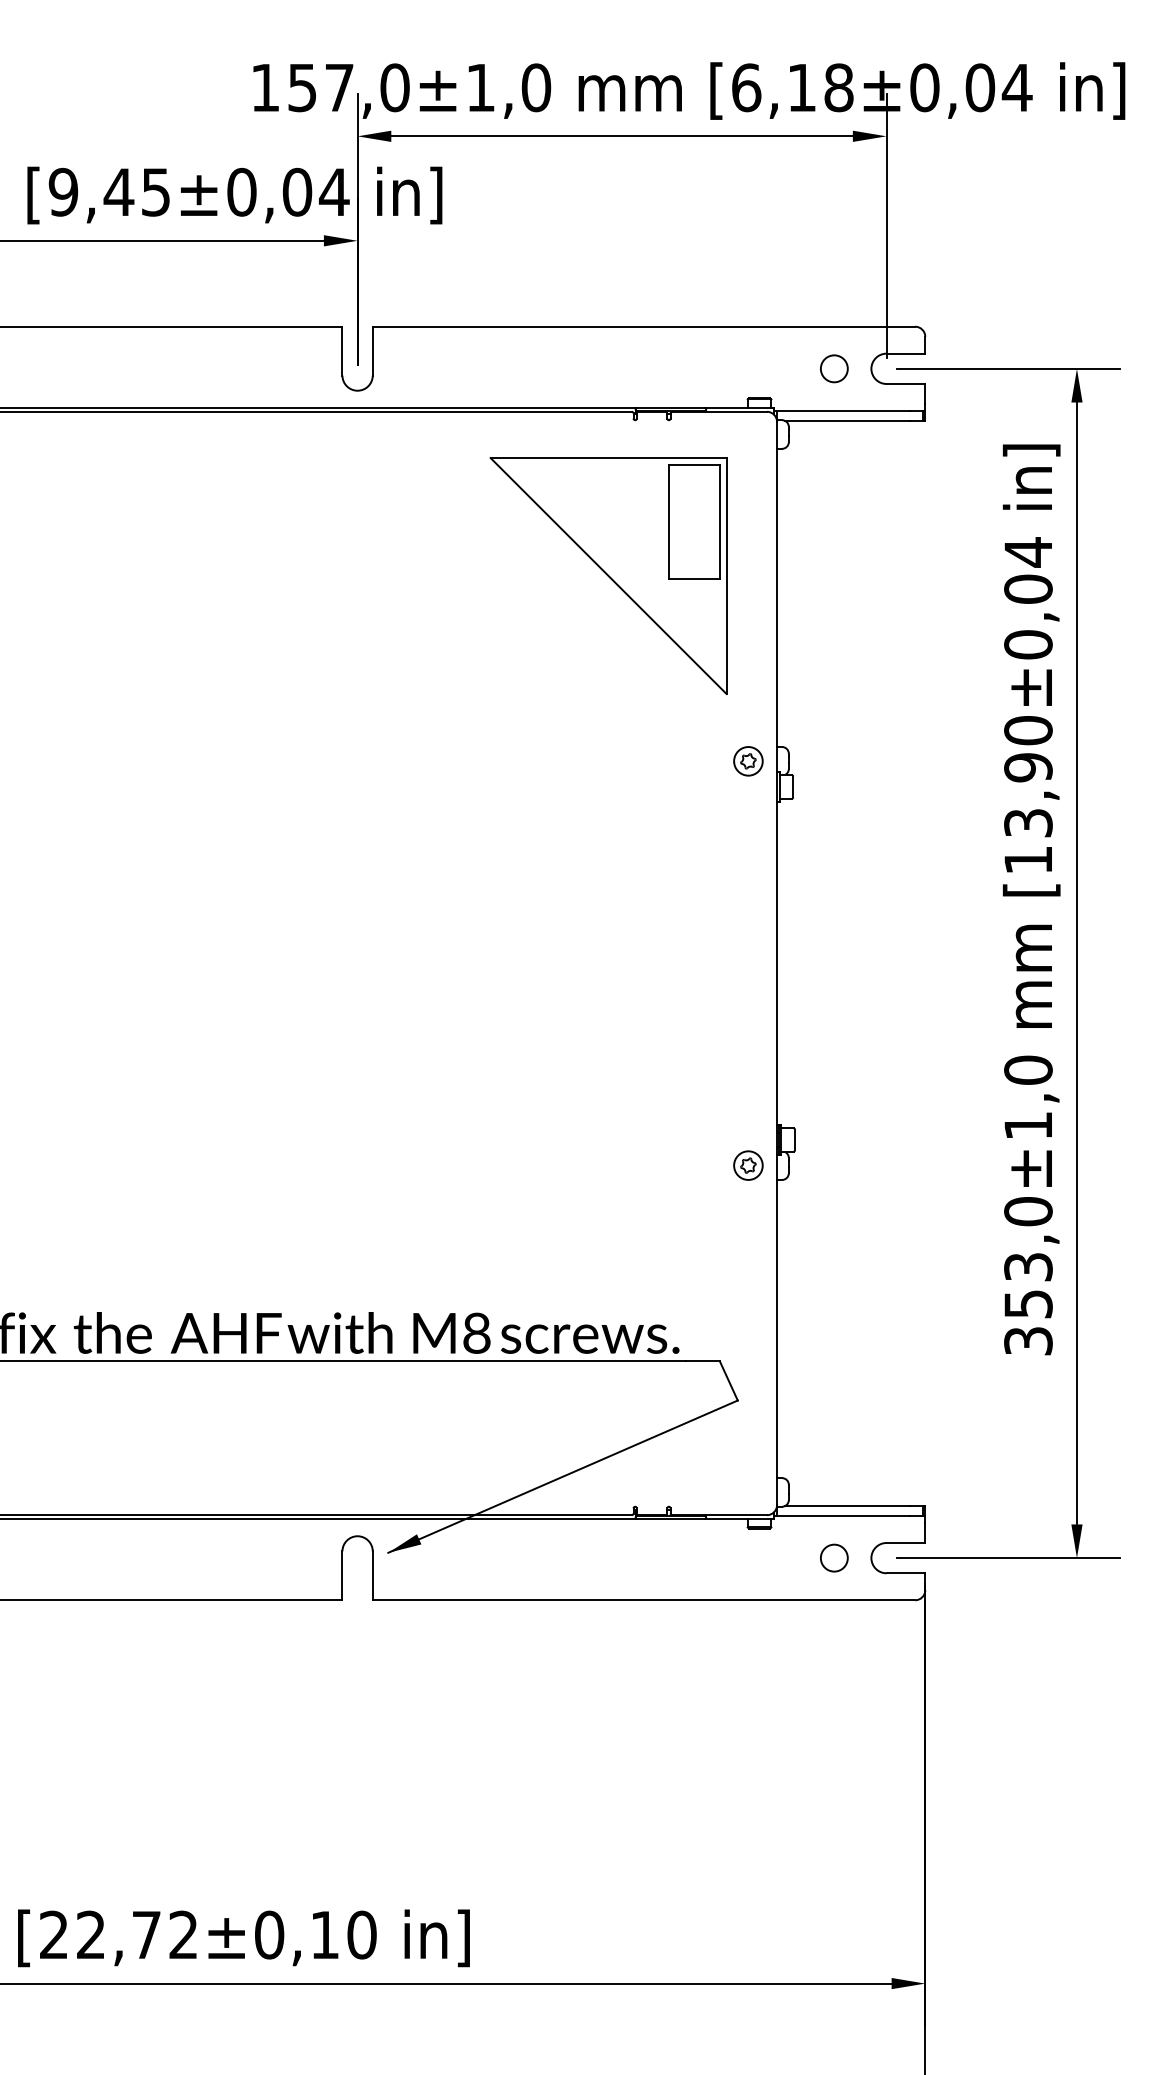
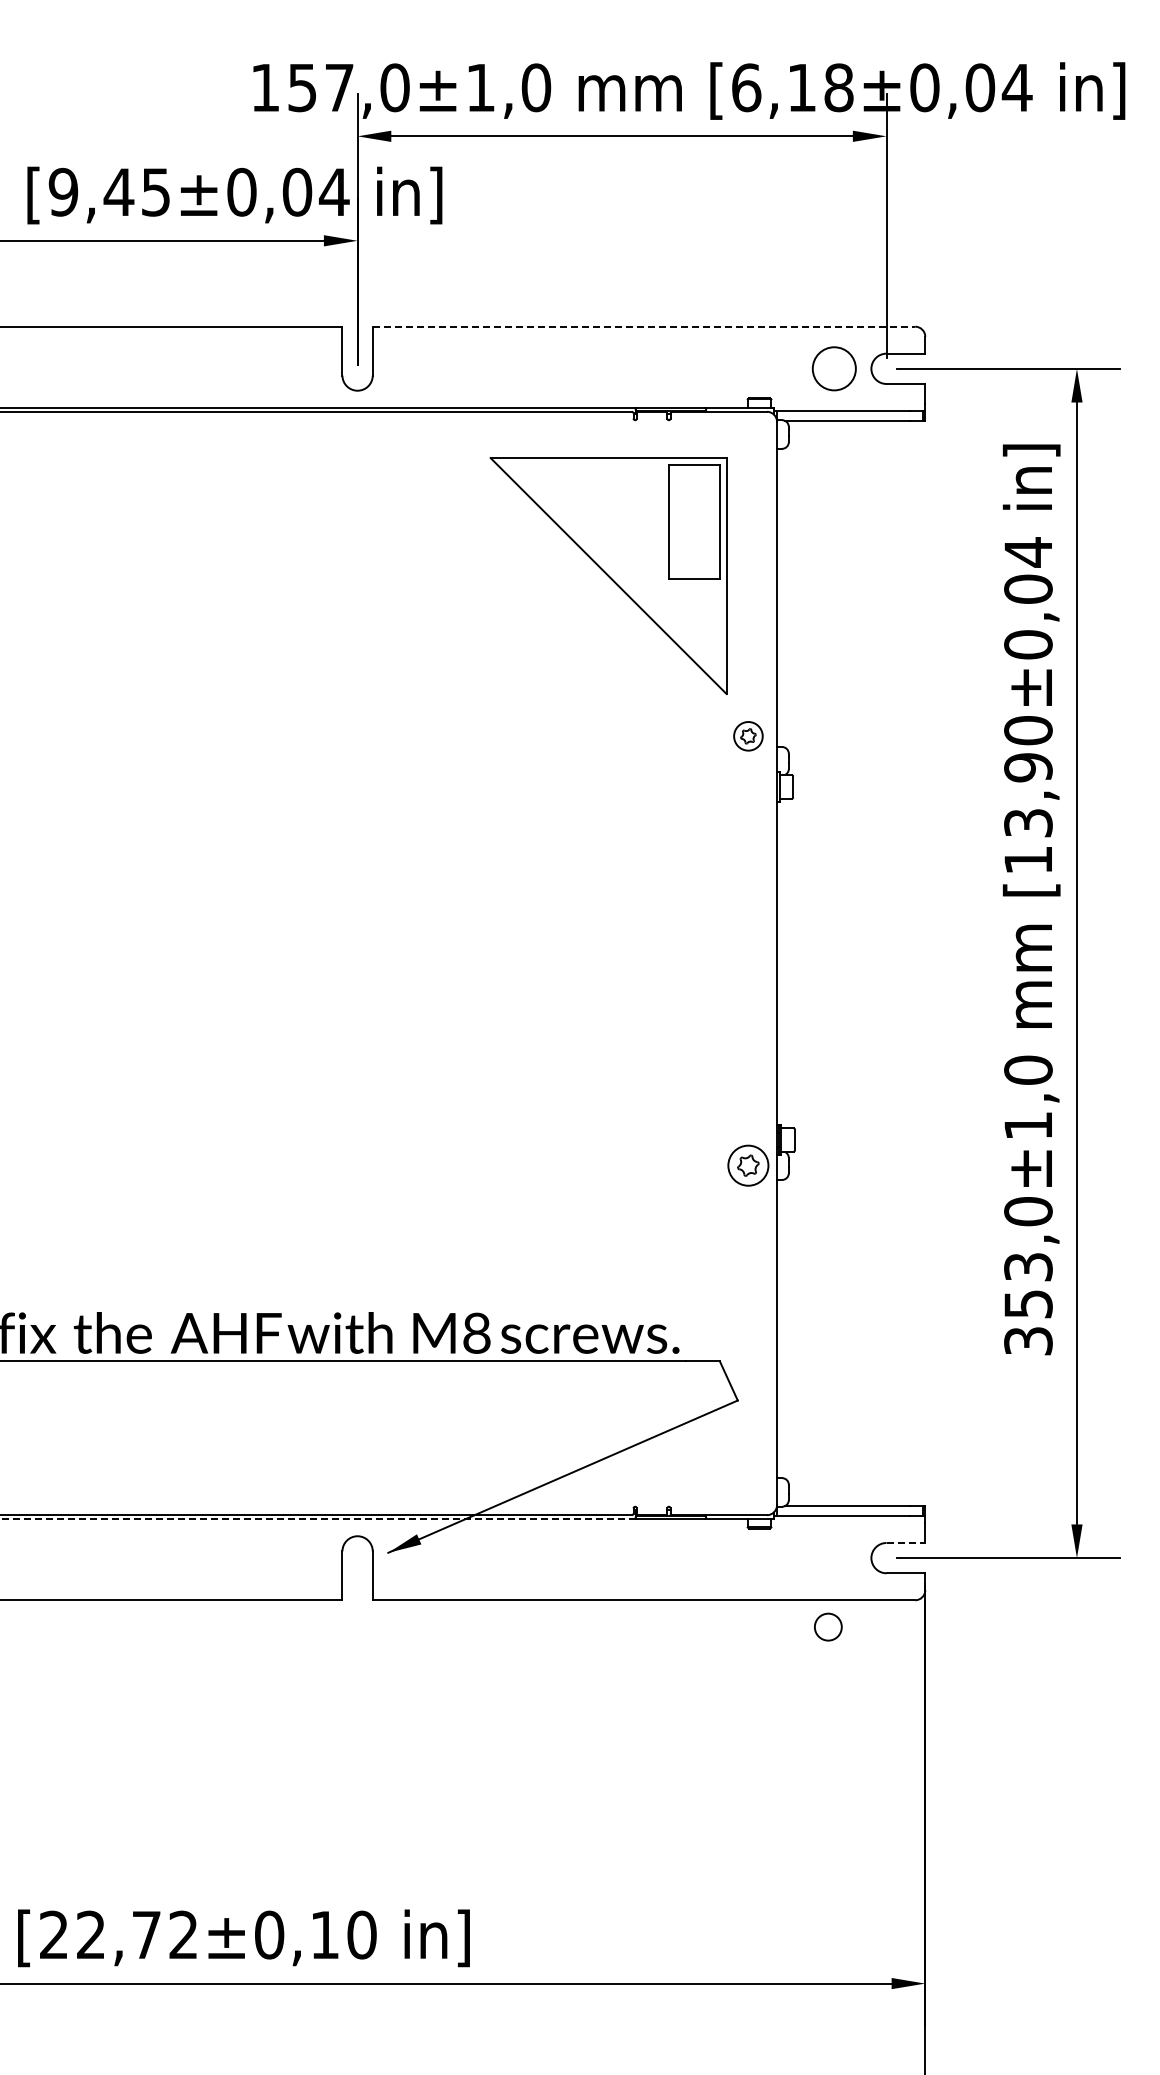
line at (644, 326): solid -> dashed
circle at (833, 368) diameter: 27 px -> 43 px
part at (748, 761) position: (748, 761) -> (748, 736)
part at (748, 1165) size: 31x31 px -> 43x43 px
line at (317, 1519): solid -> dashed
line at (906, 1542): solid -> dashed
circle at (834, 1557) position: (834, 1557) -> (828, 1626)
